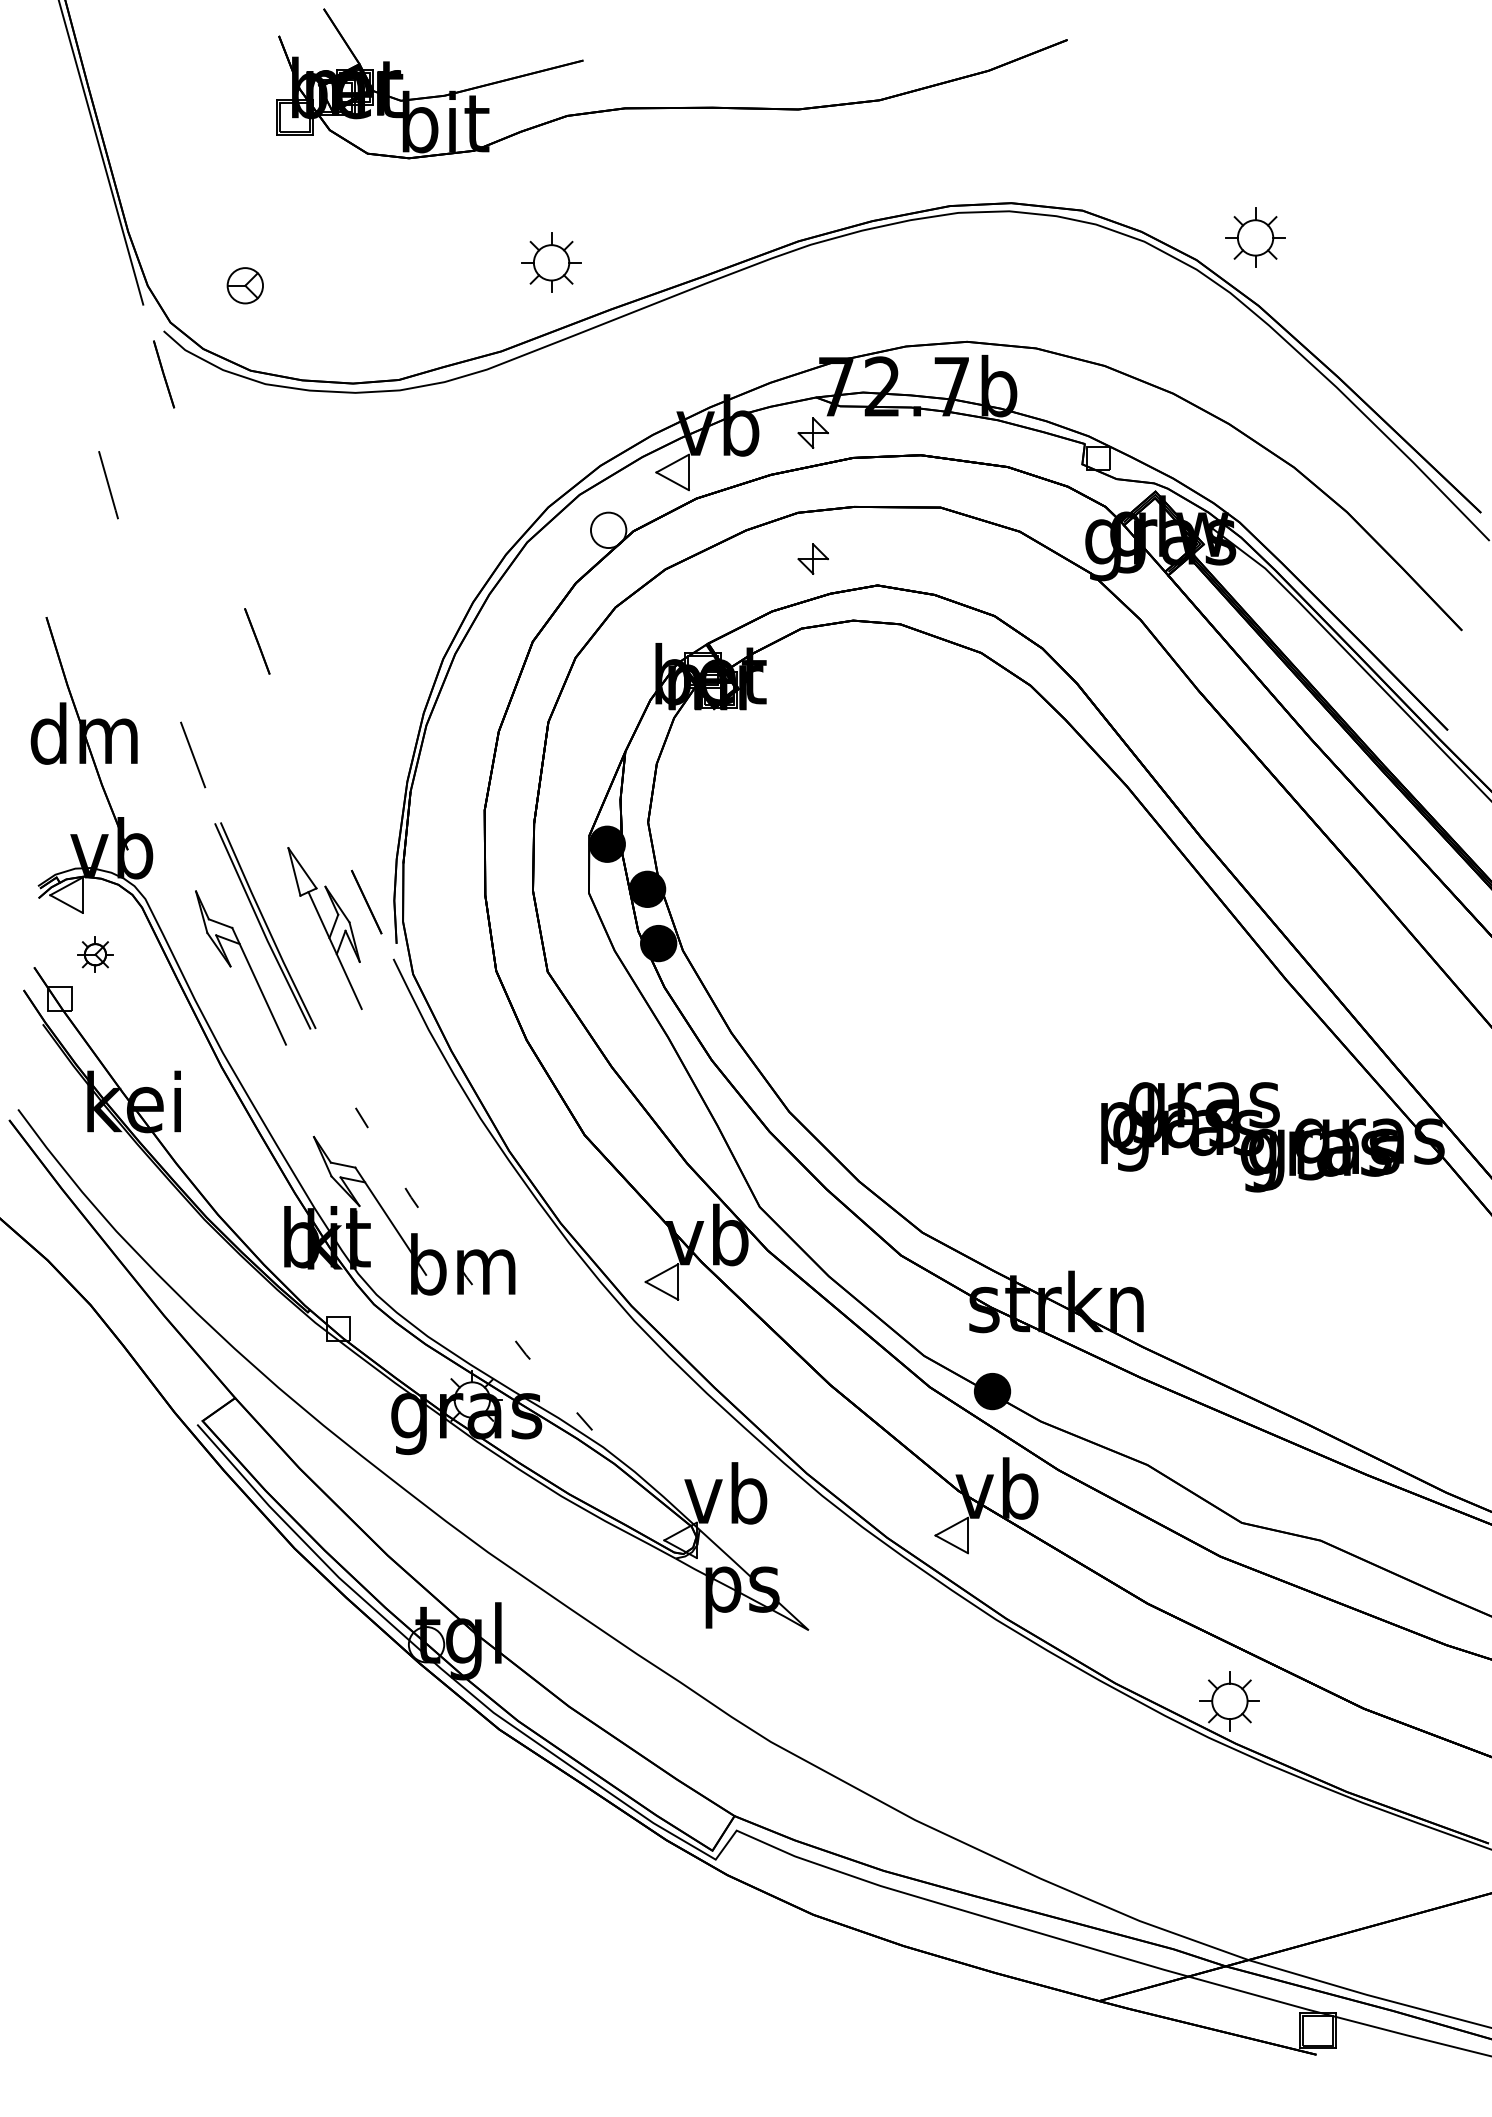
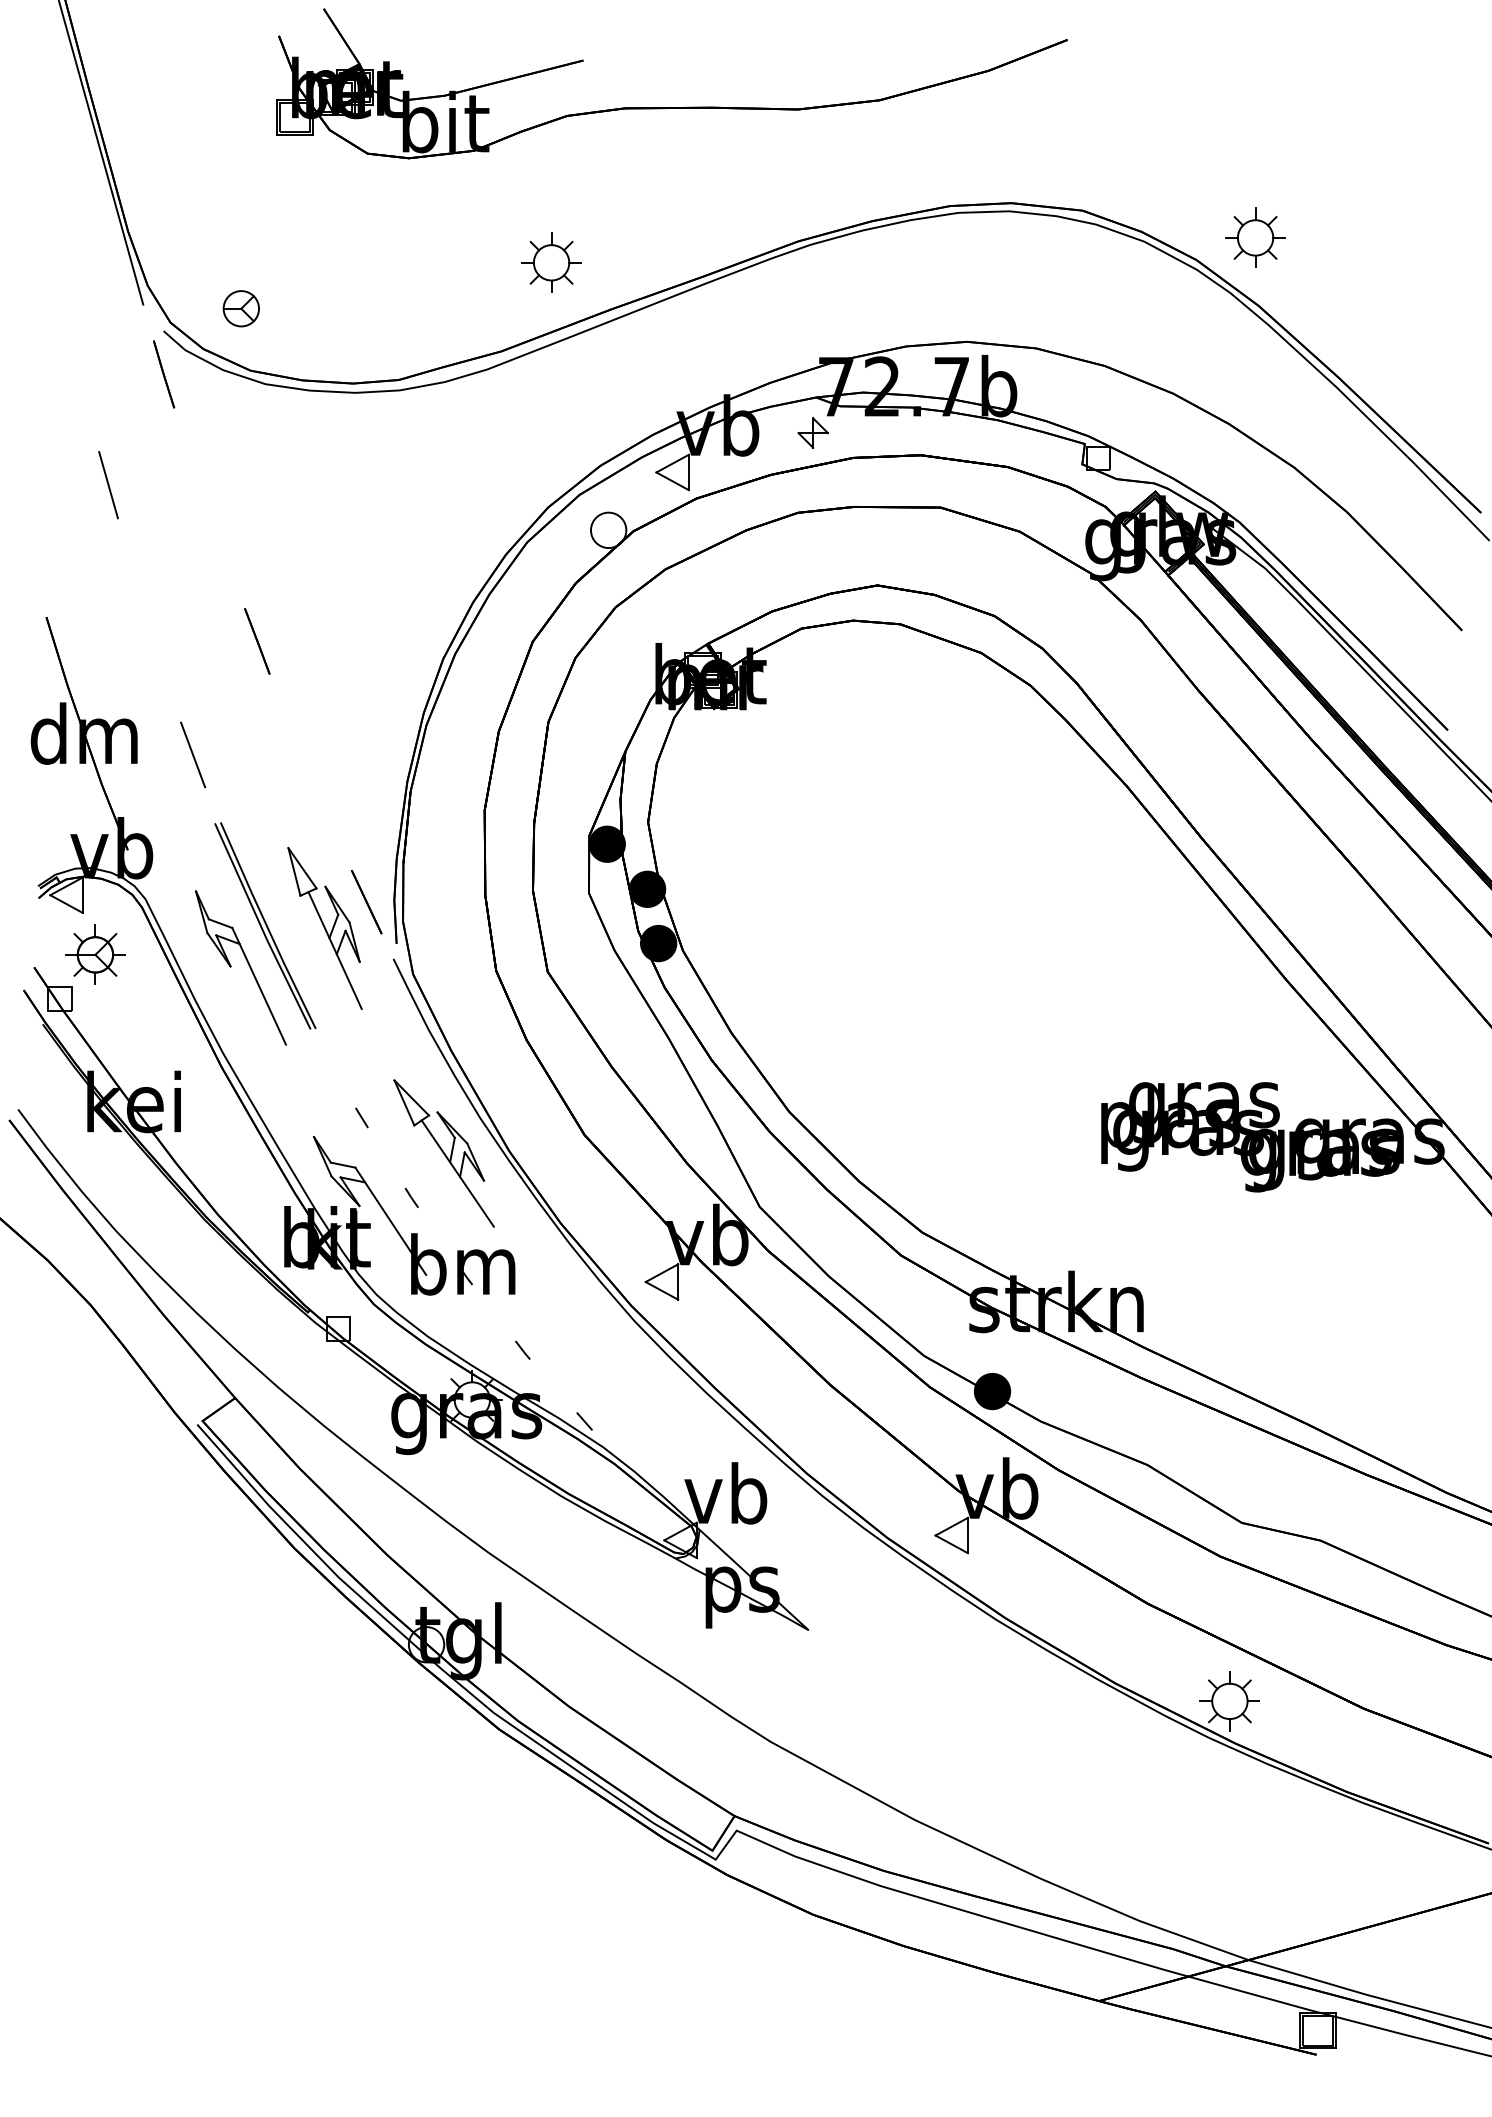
part at (244, 285) position: (244, 285) -> (240, 308)
part at (812, 558): present -> none
part at (95, 954) size: 37x37 px -> 61x61 px
part at (443, 1153): none -> present
